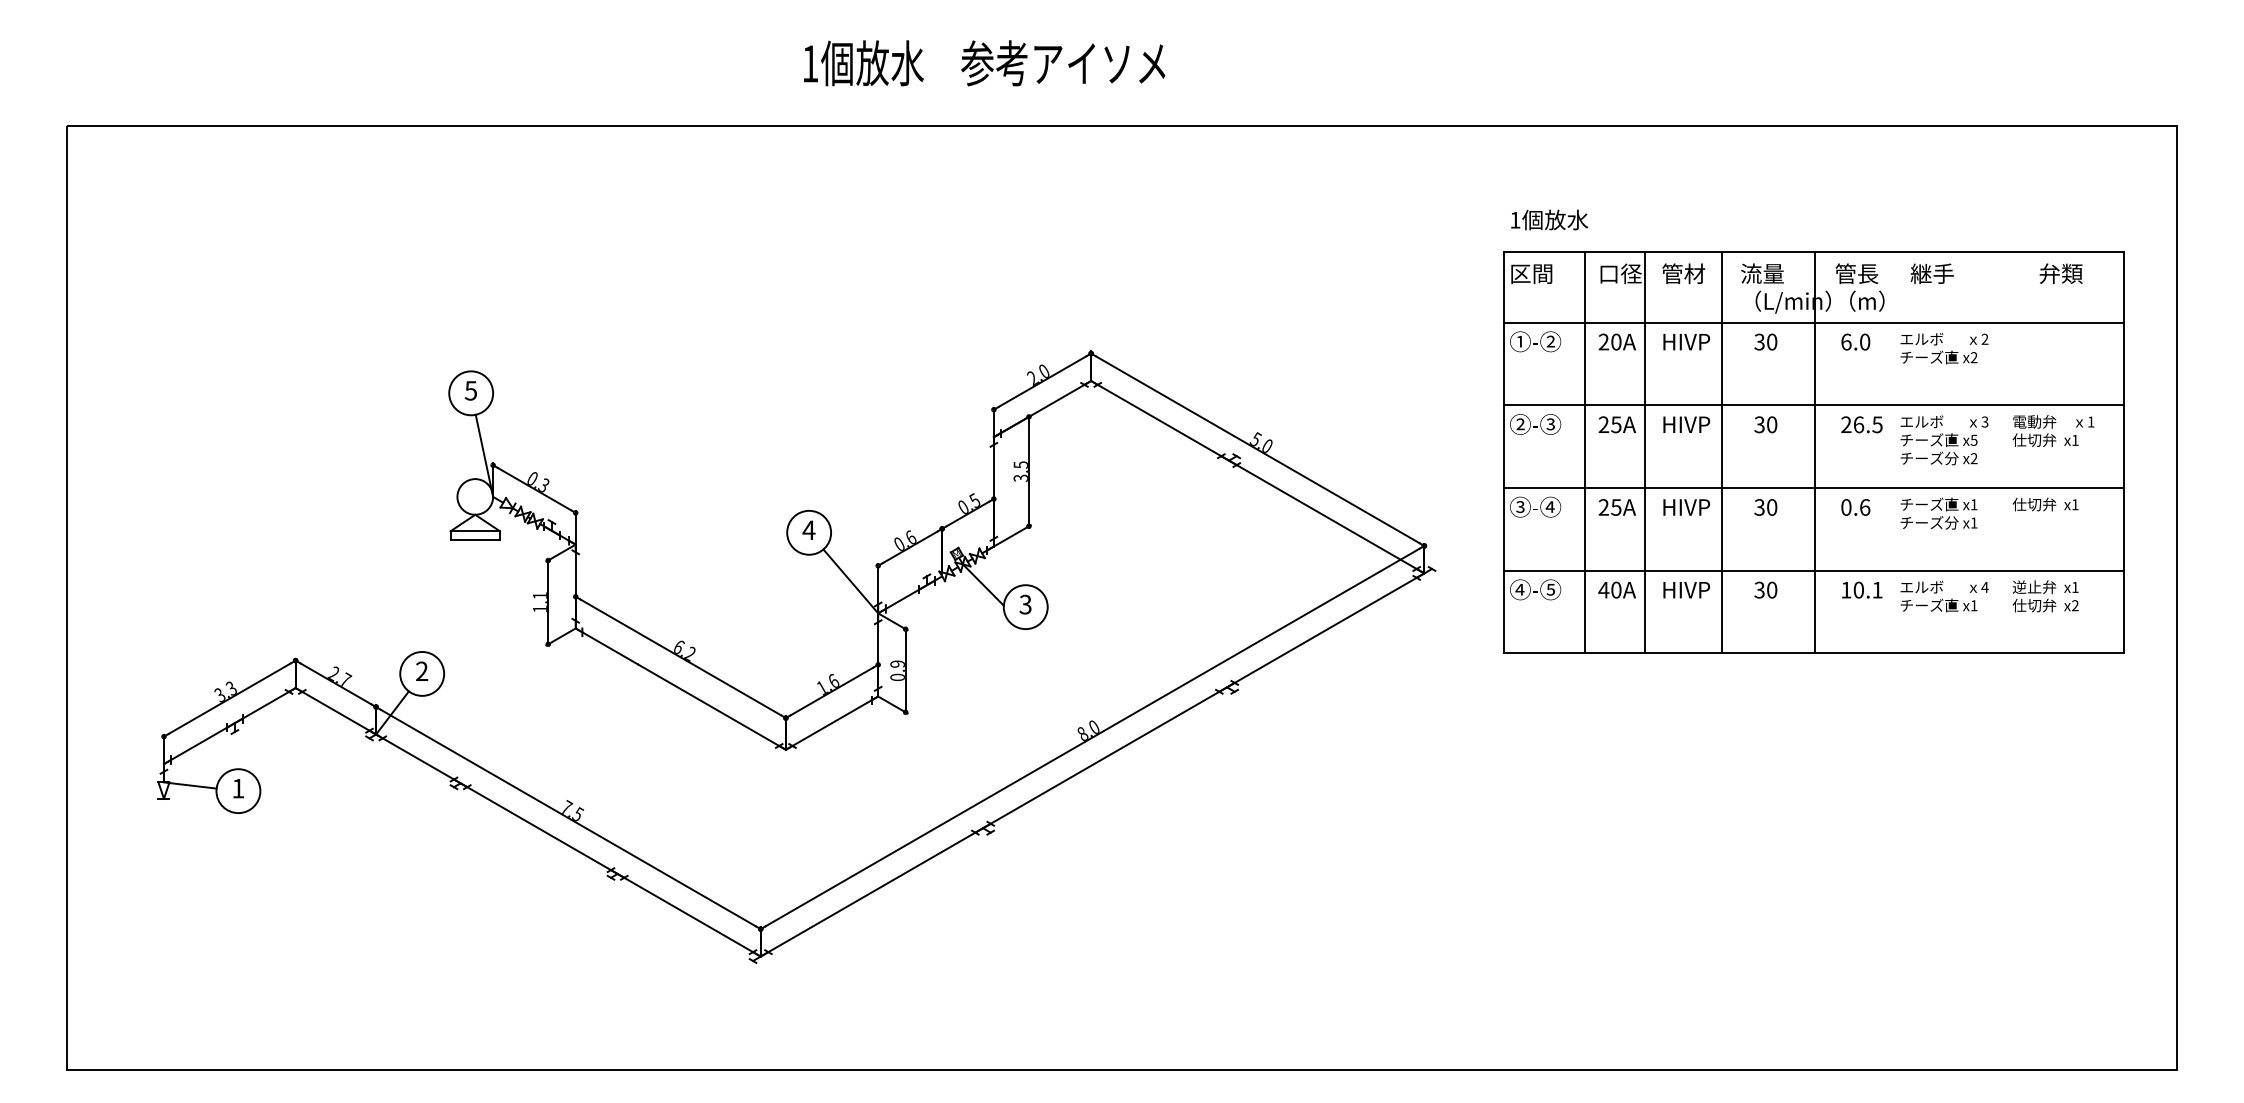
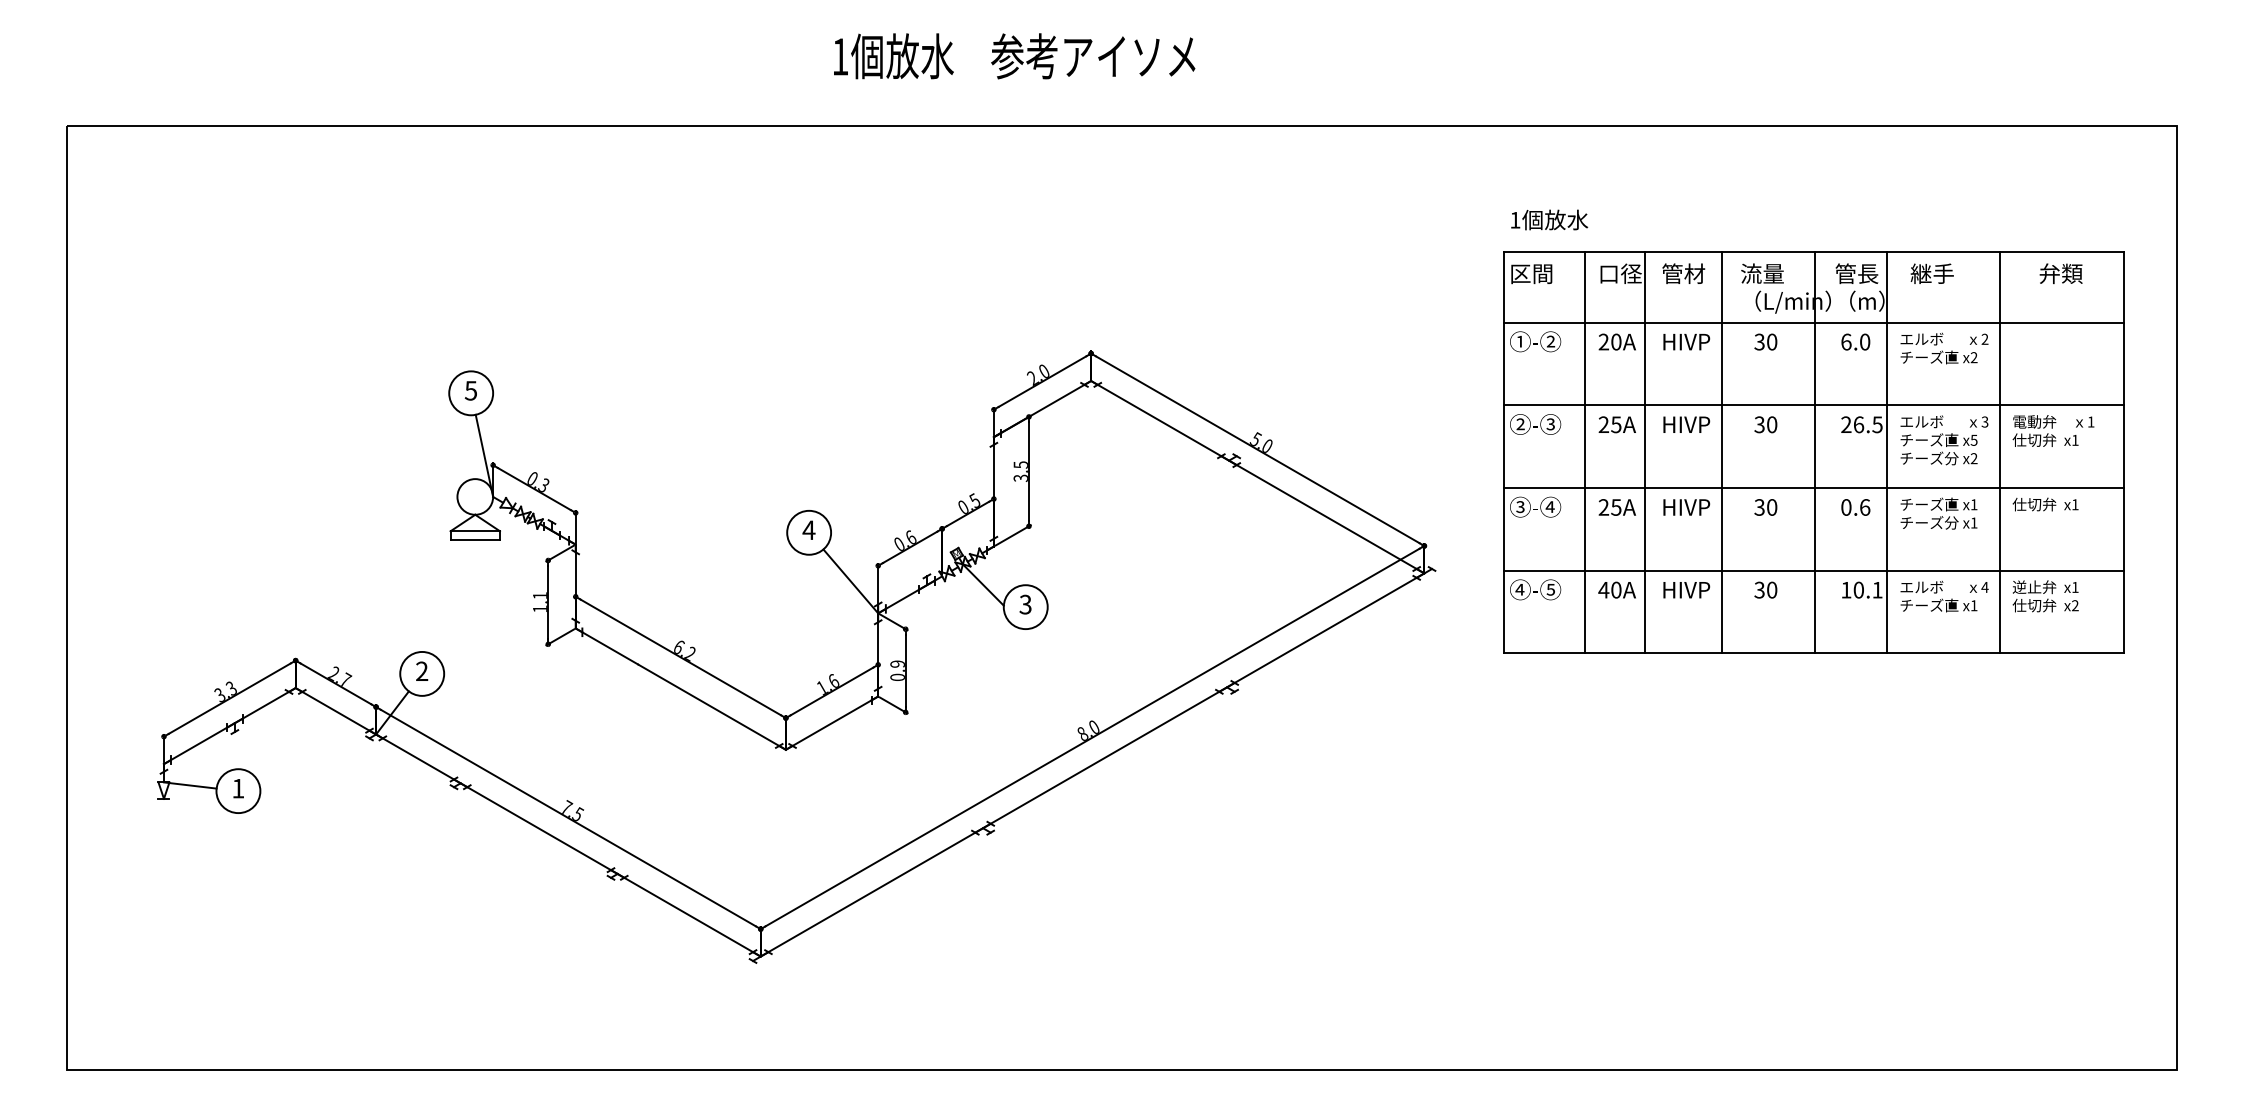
text at (984, 63) position: (984, 63) -> (1014, 56)
line at (1887, 452): none -> present
line at (1999, 452): none -> present
